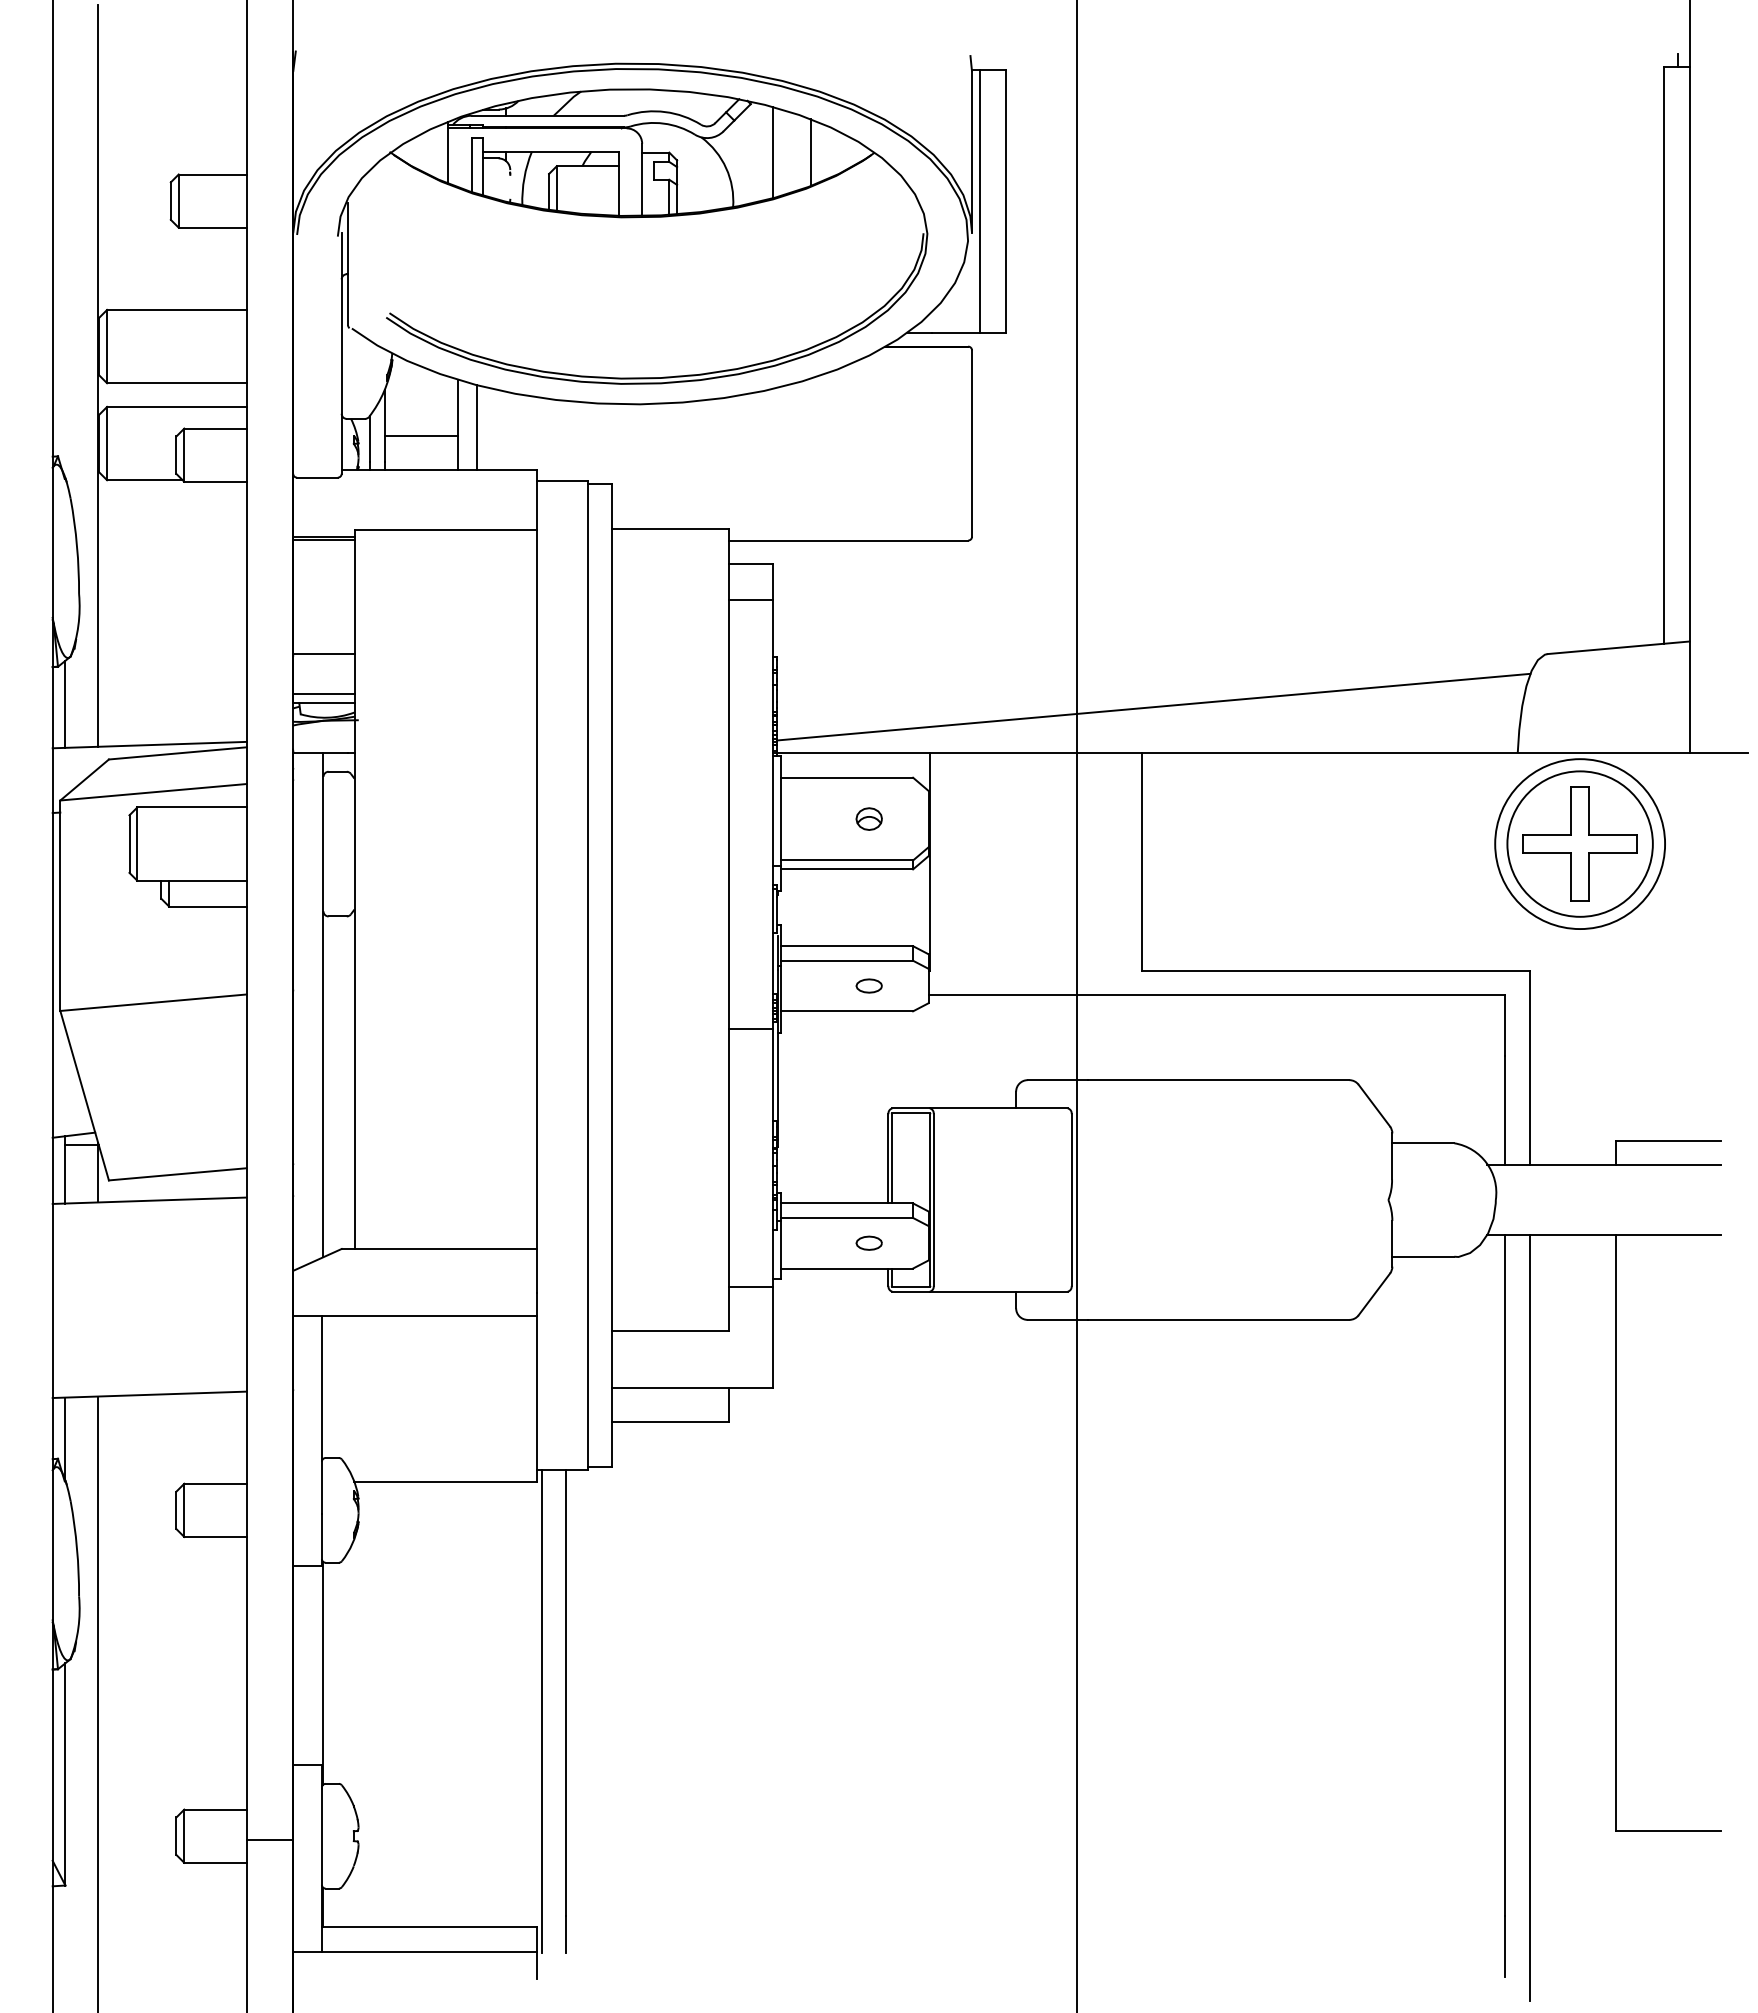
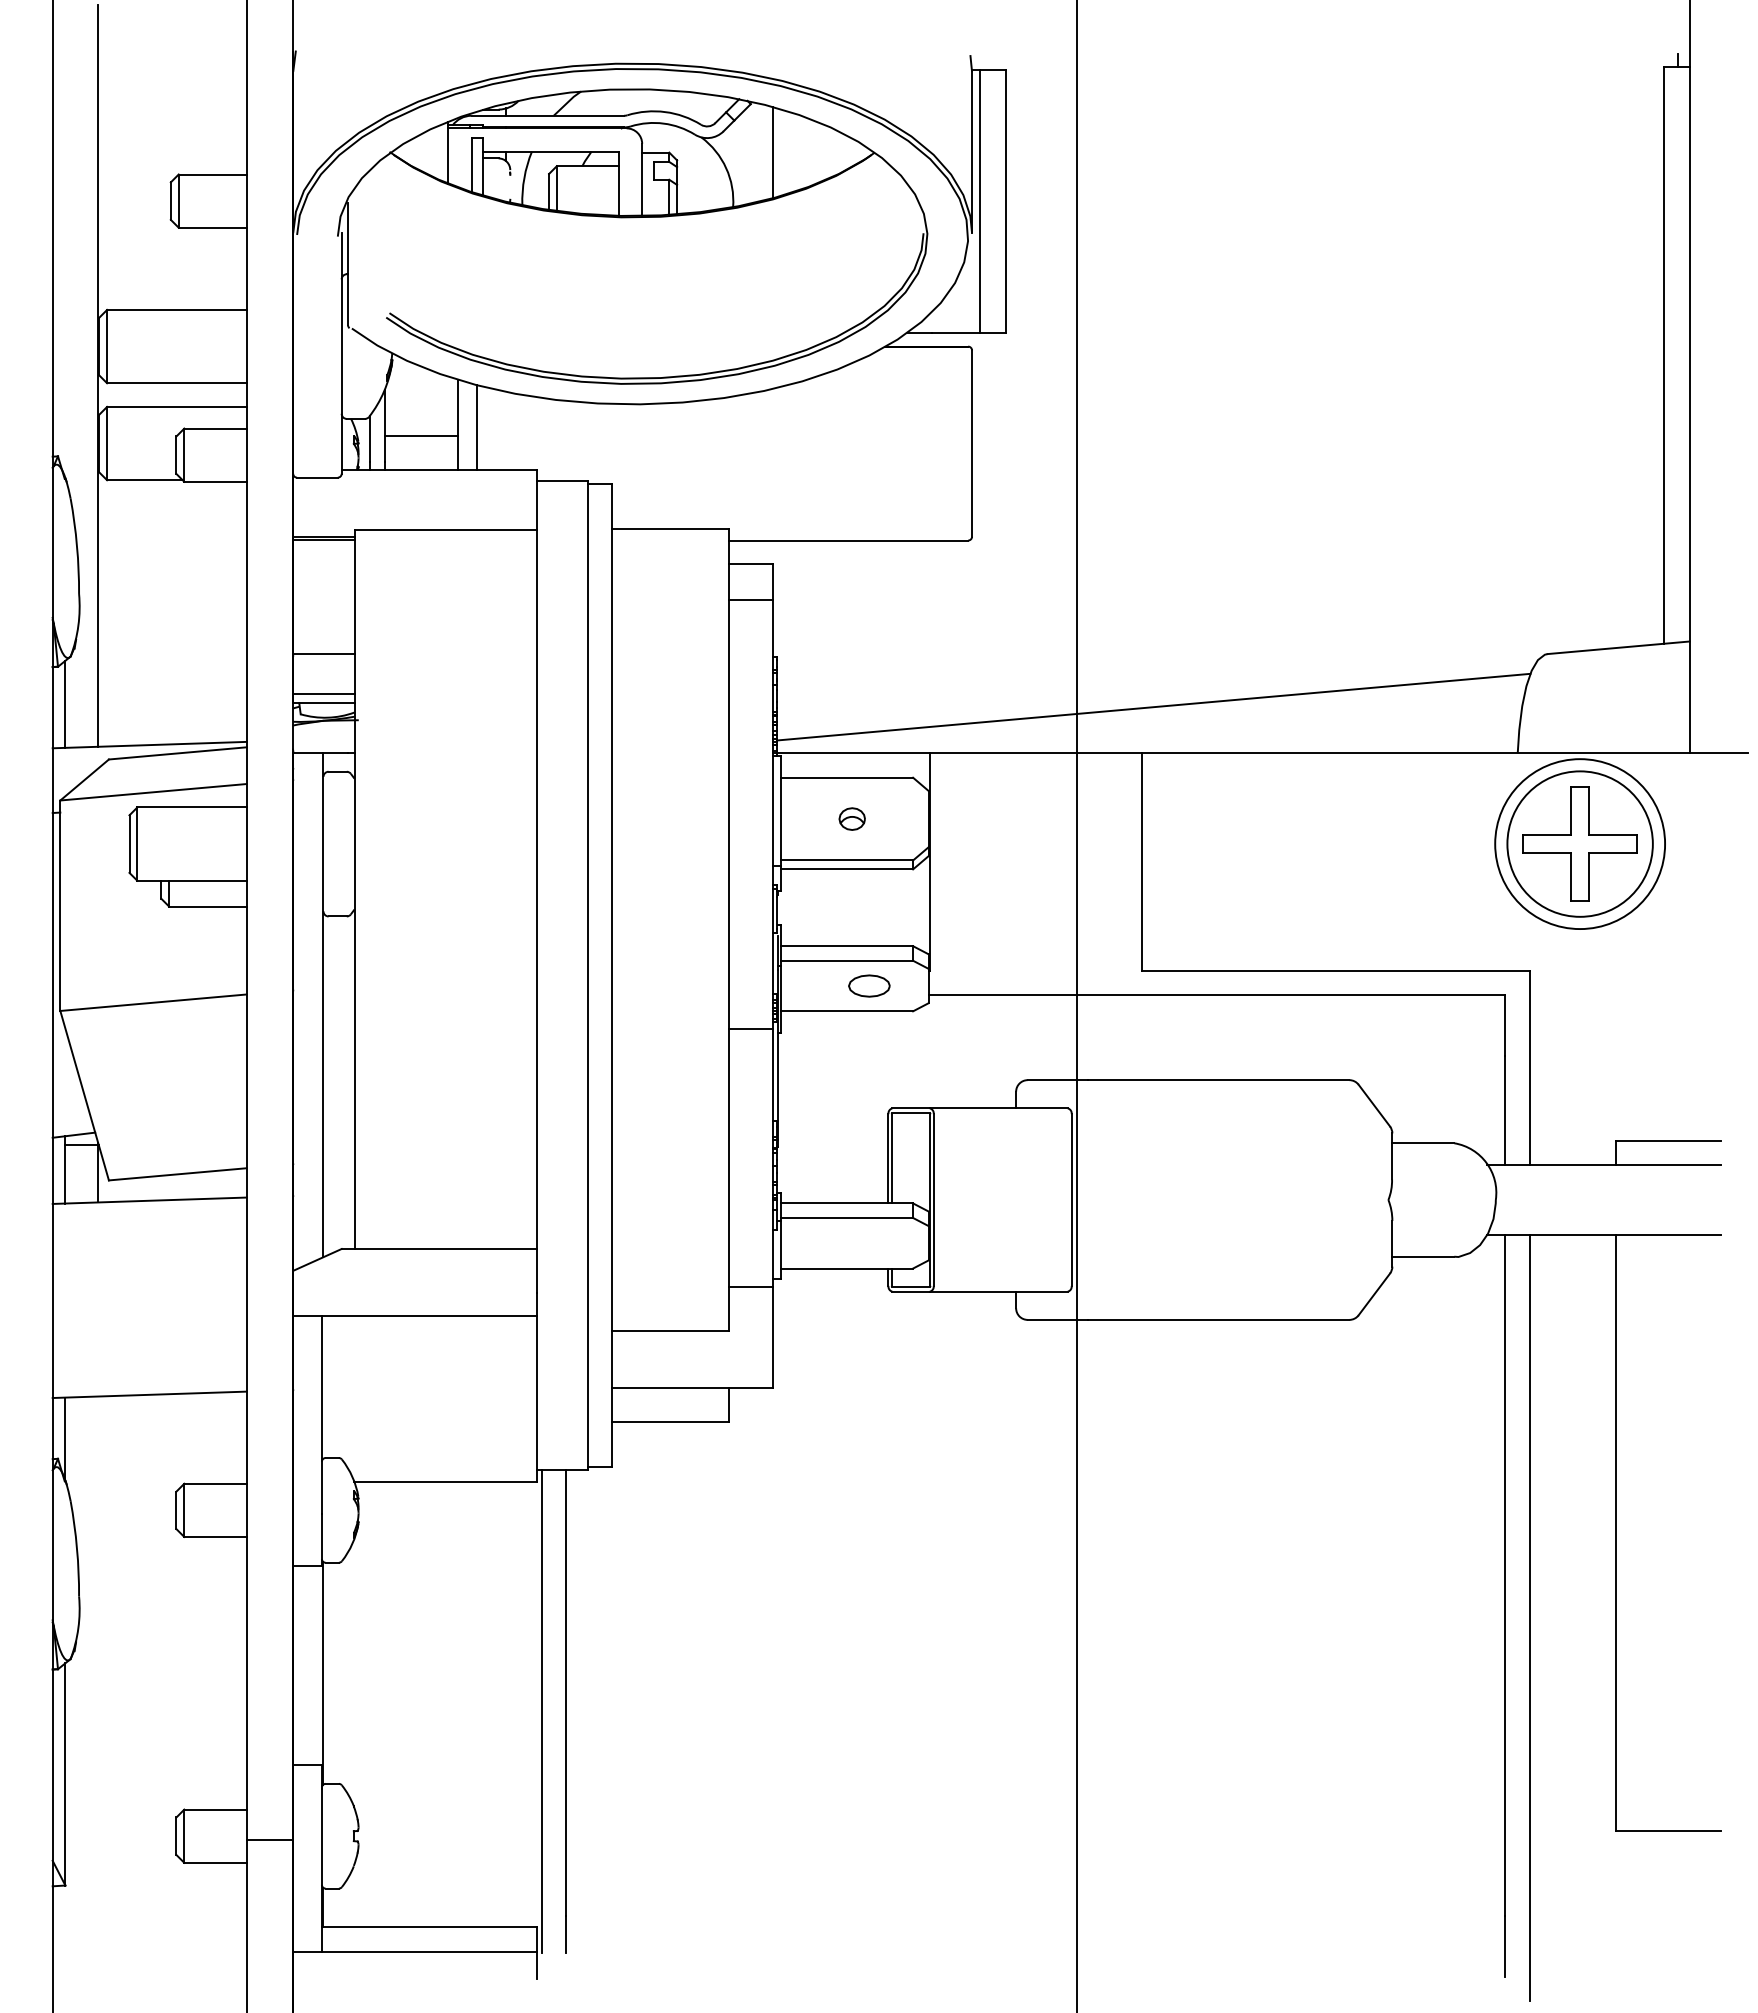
line at (811, 152): present -> none
part at (868, 818) position: (868, 818) -> (851, 818)
part at (868, 985) size: 28x16 px -> 43x24 px
part at (868, 1242): present -> none
line at (98, 1702): present -> none
